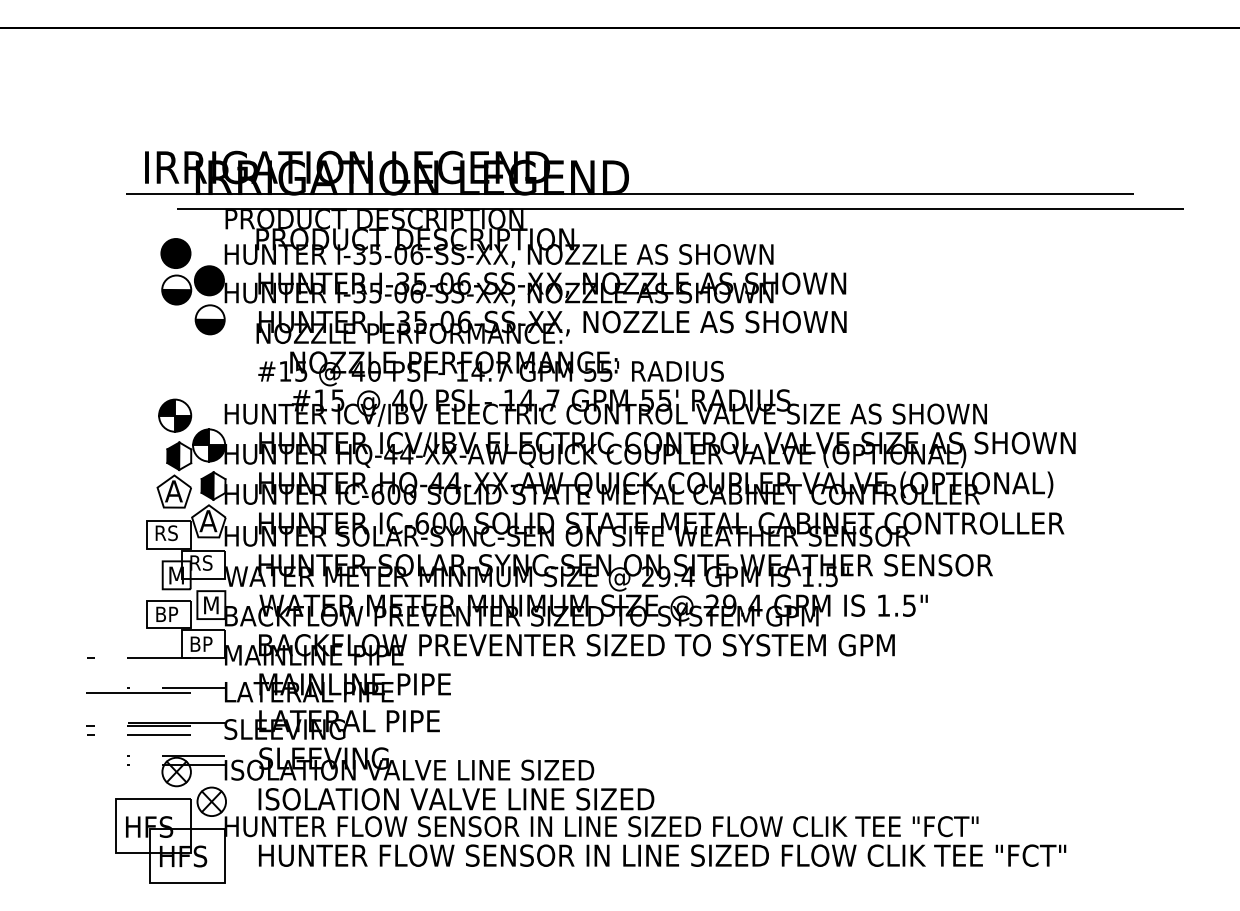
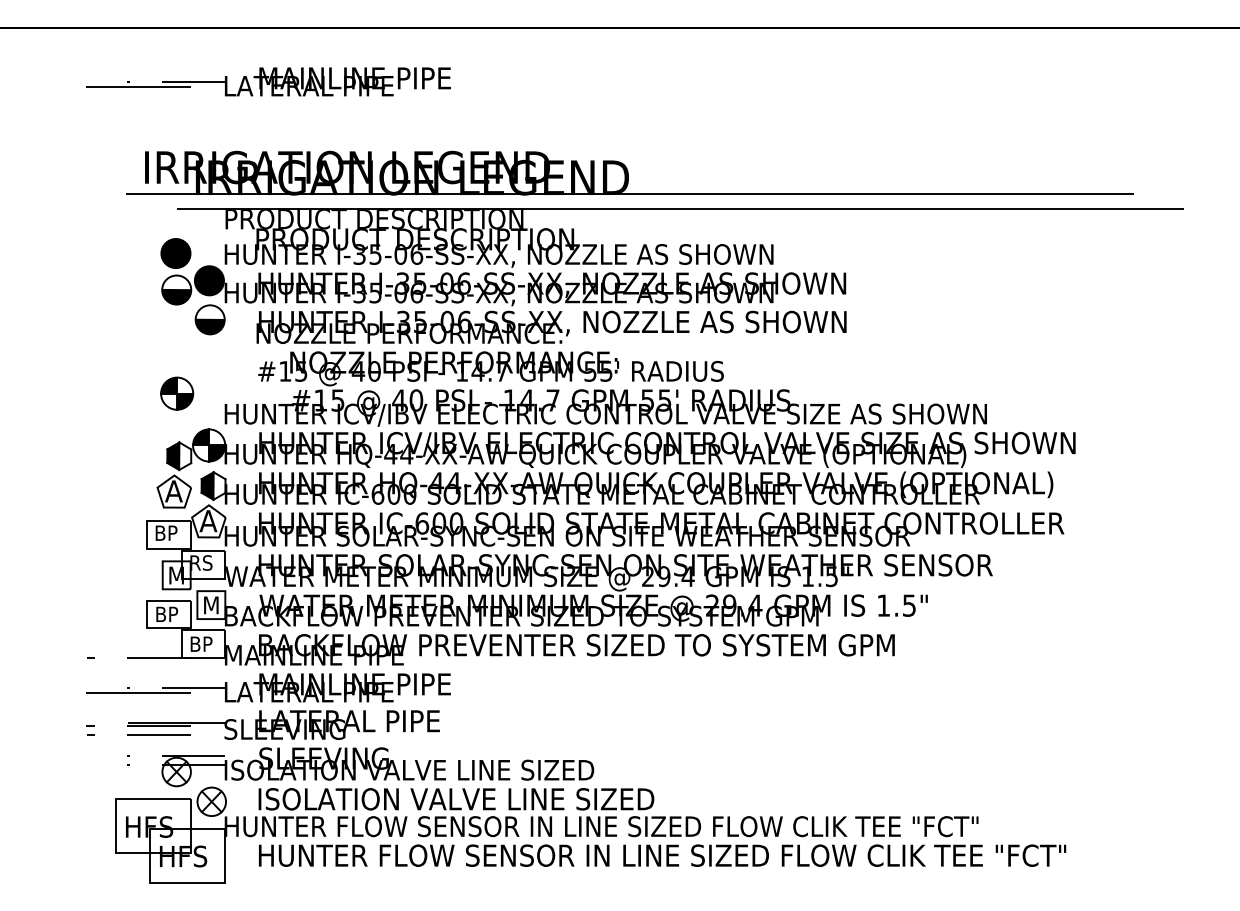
part at (268, 81): none -> present
part at (175, 415) position: (175, 415) -> (177, 393)
text at (167, 533): RS -> BP
